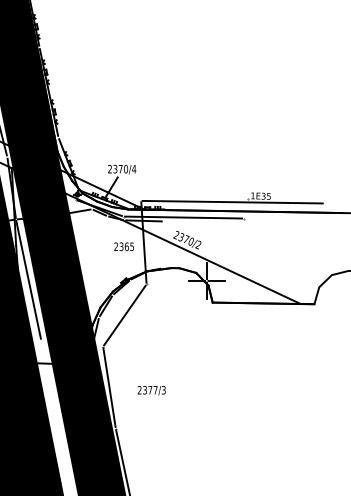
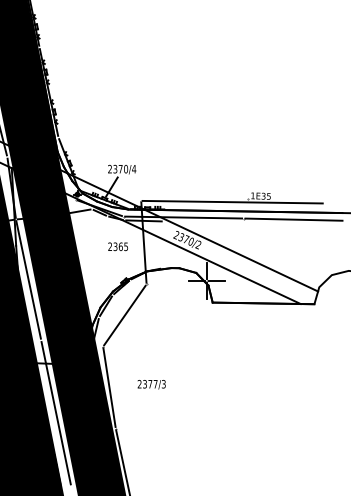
line at (293, 219): none -> present
text at (123, 246) position: (123, 246) -> (117, 246)
line at (231, 250): none -> present
text at (151, 390) position: (151, 390) -> (151, 384)
line at (55, 413): none -> present
